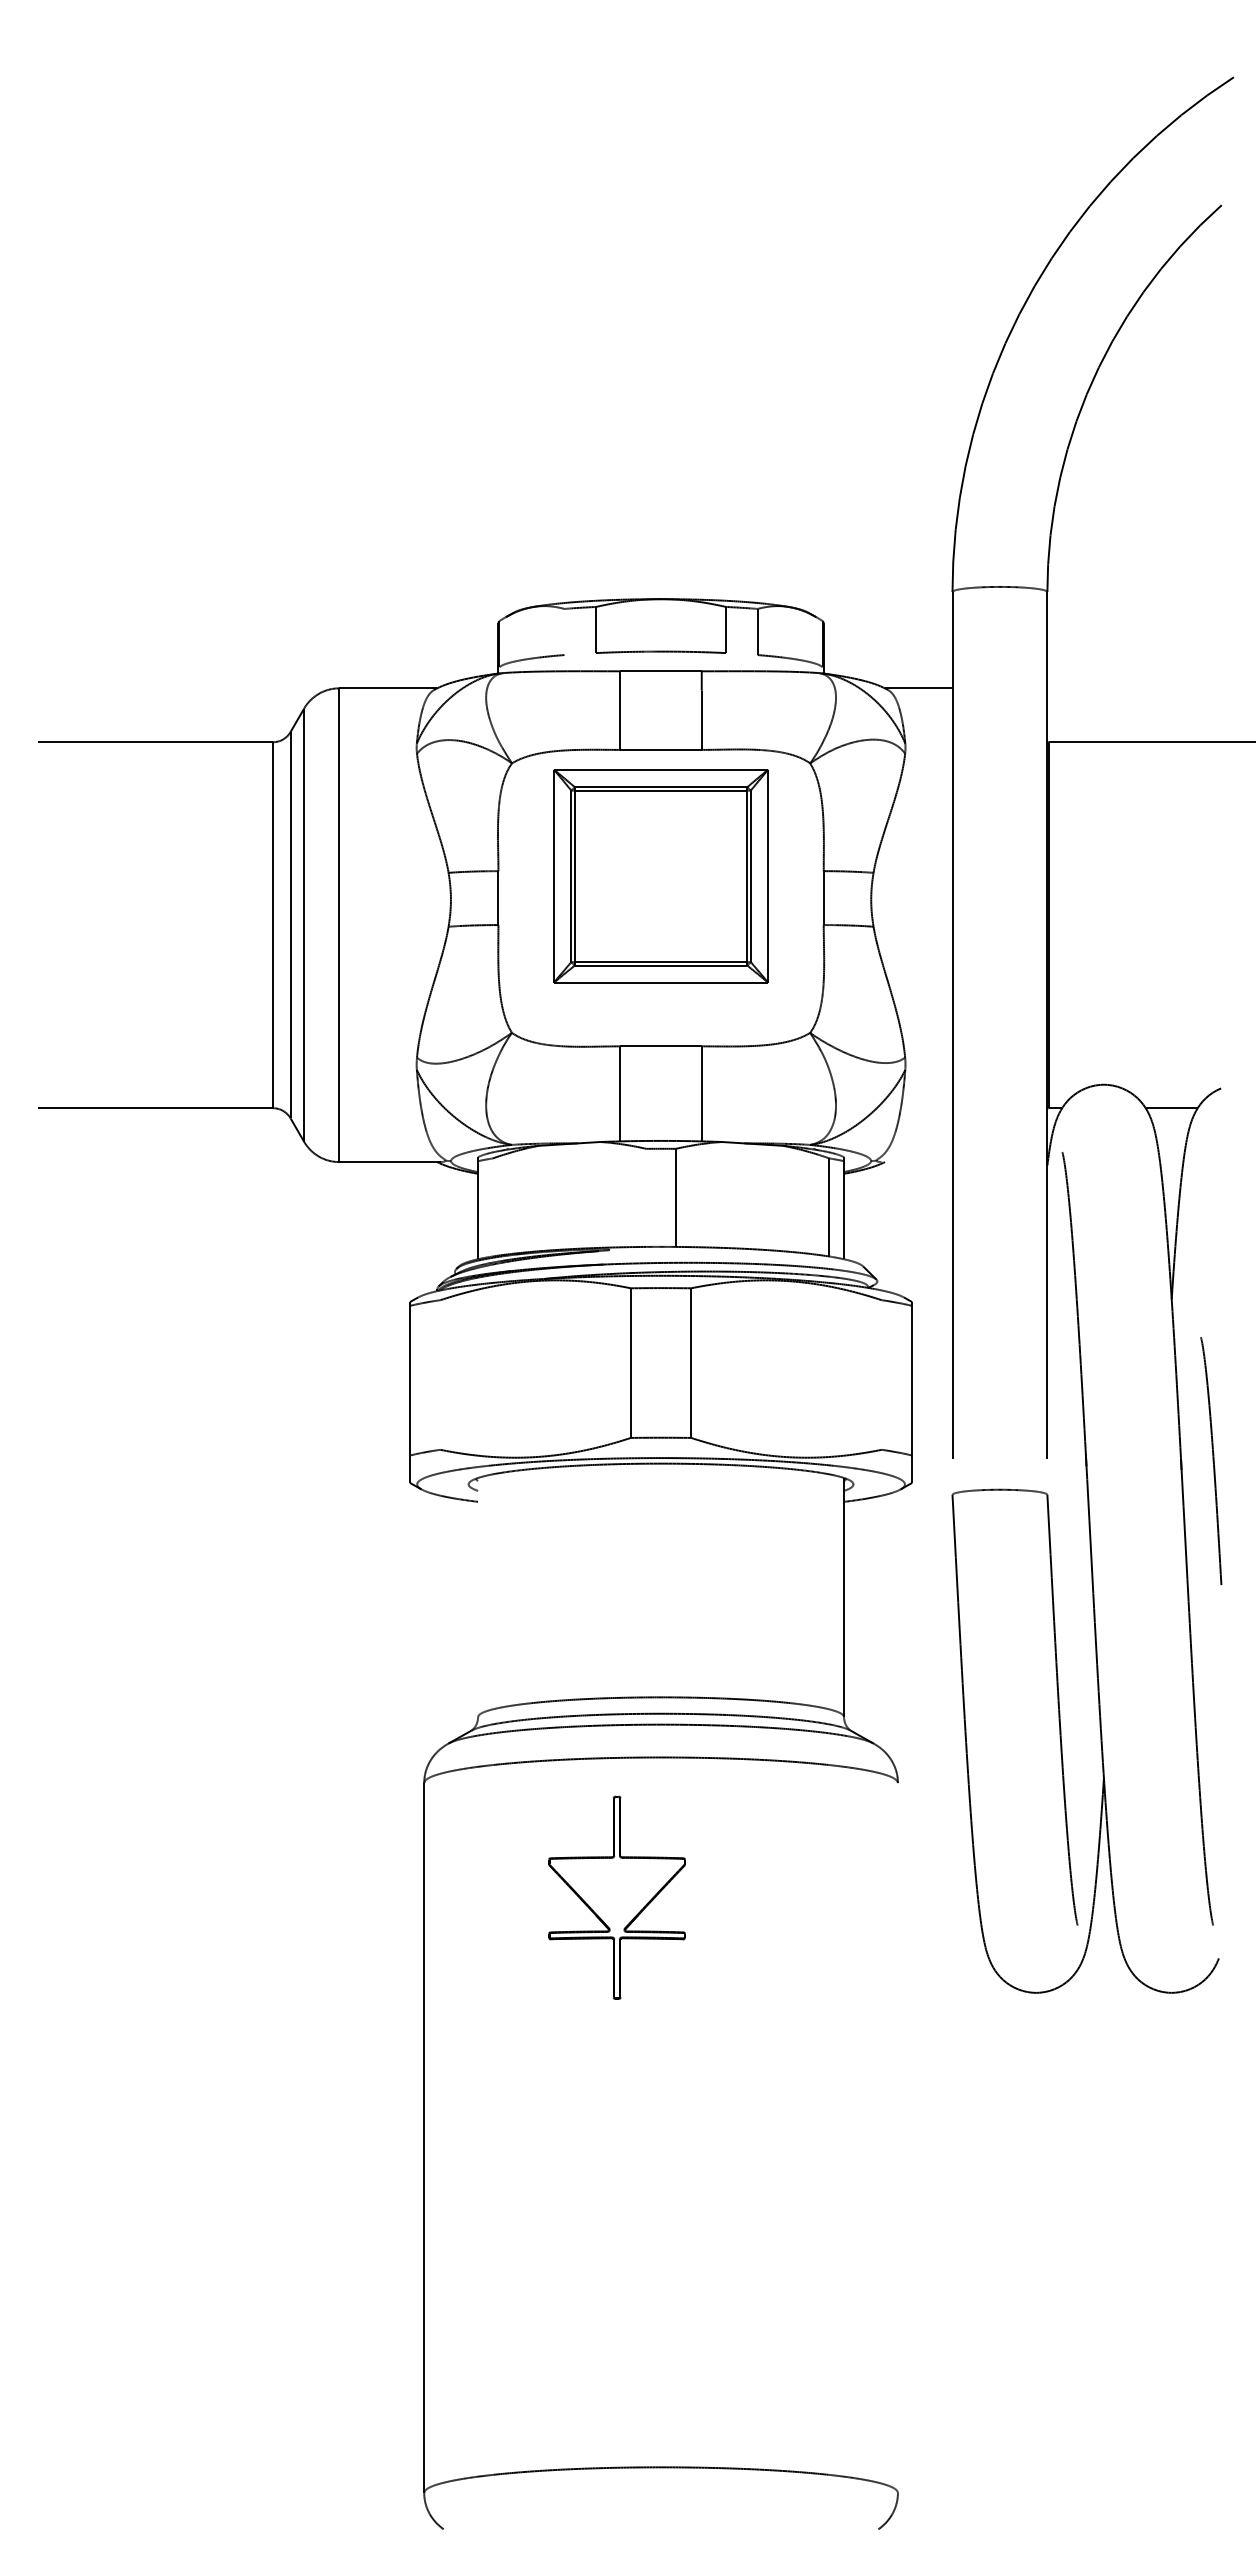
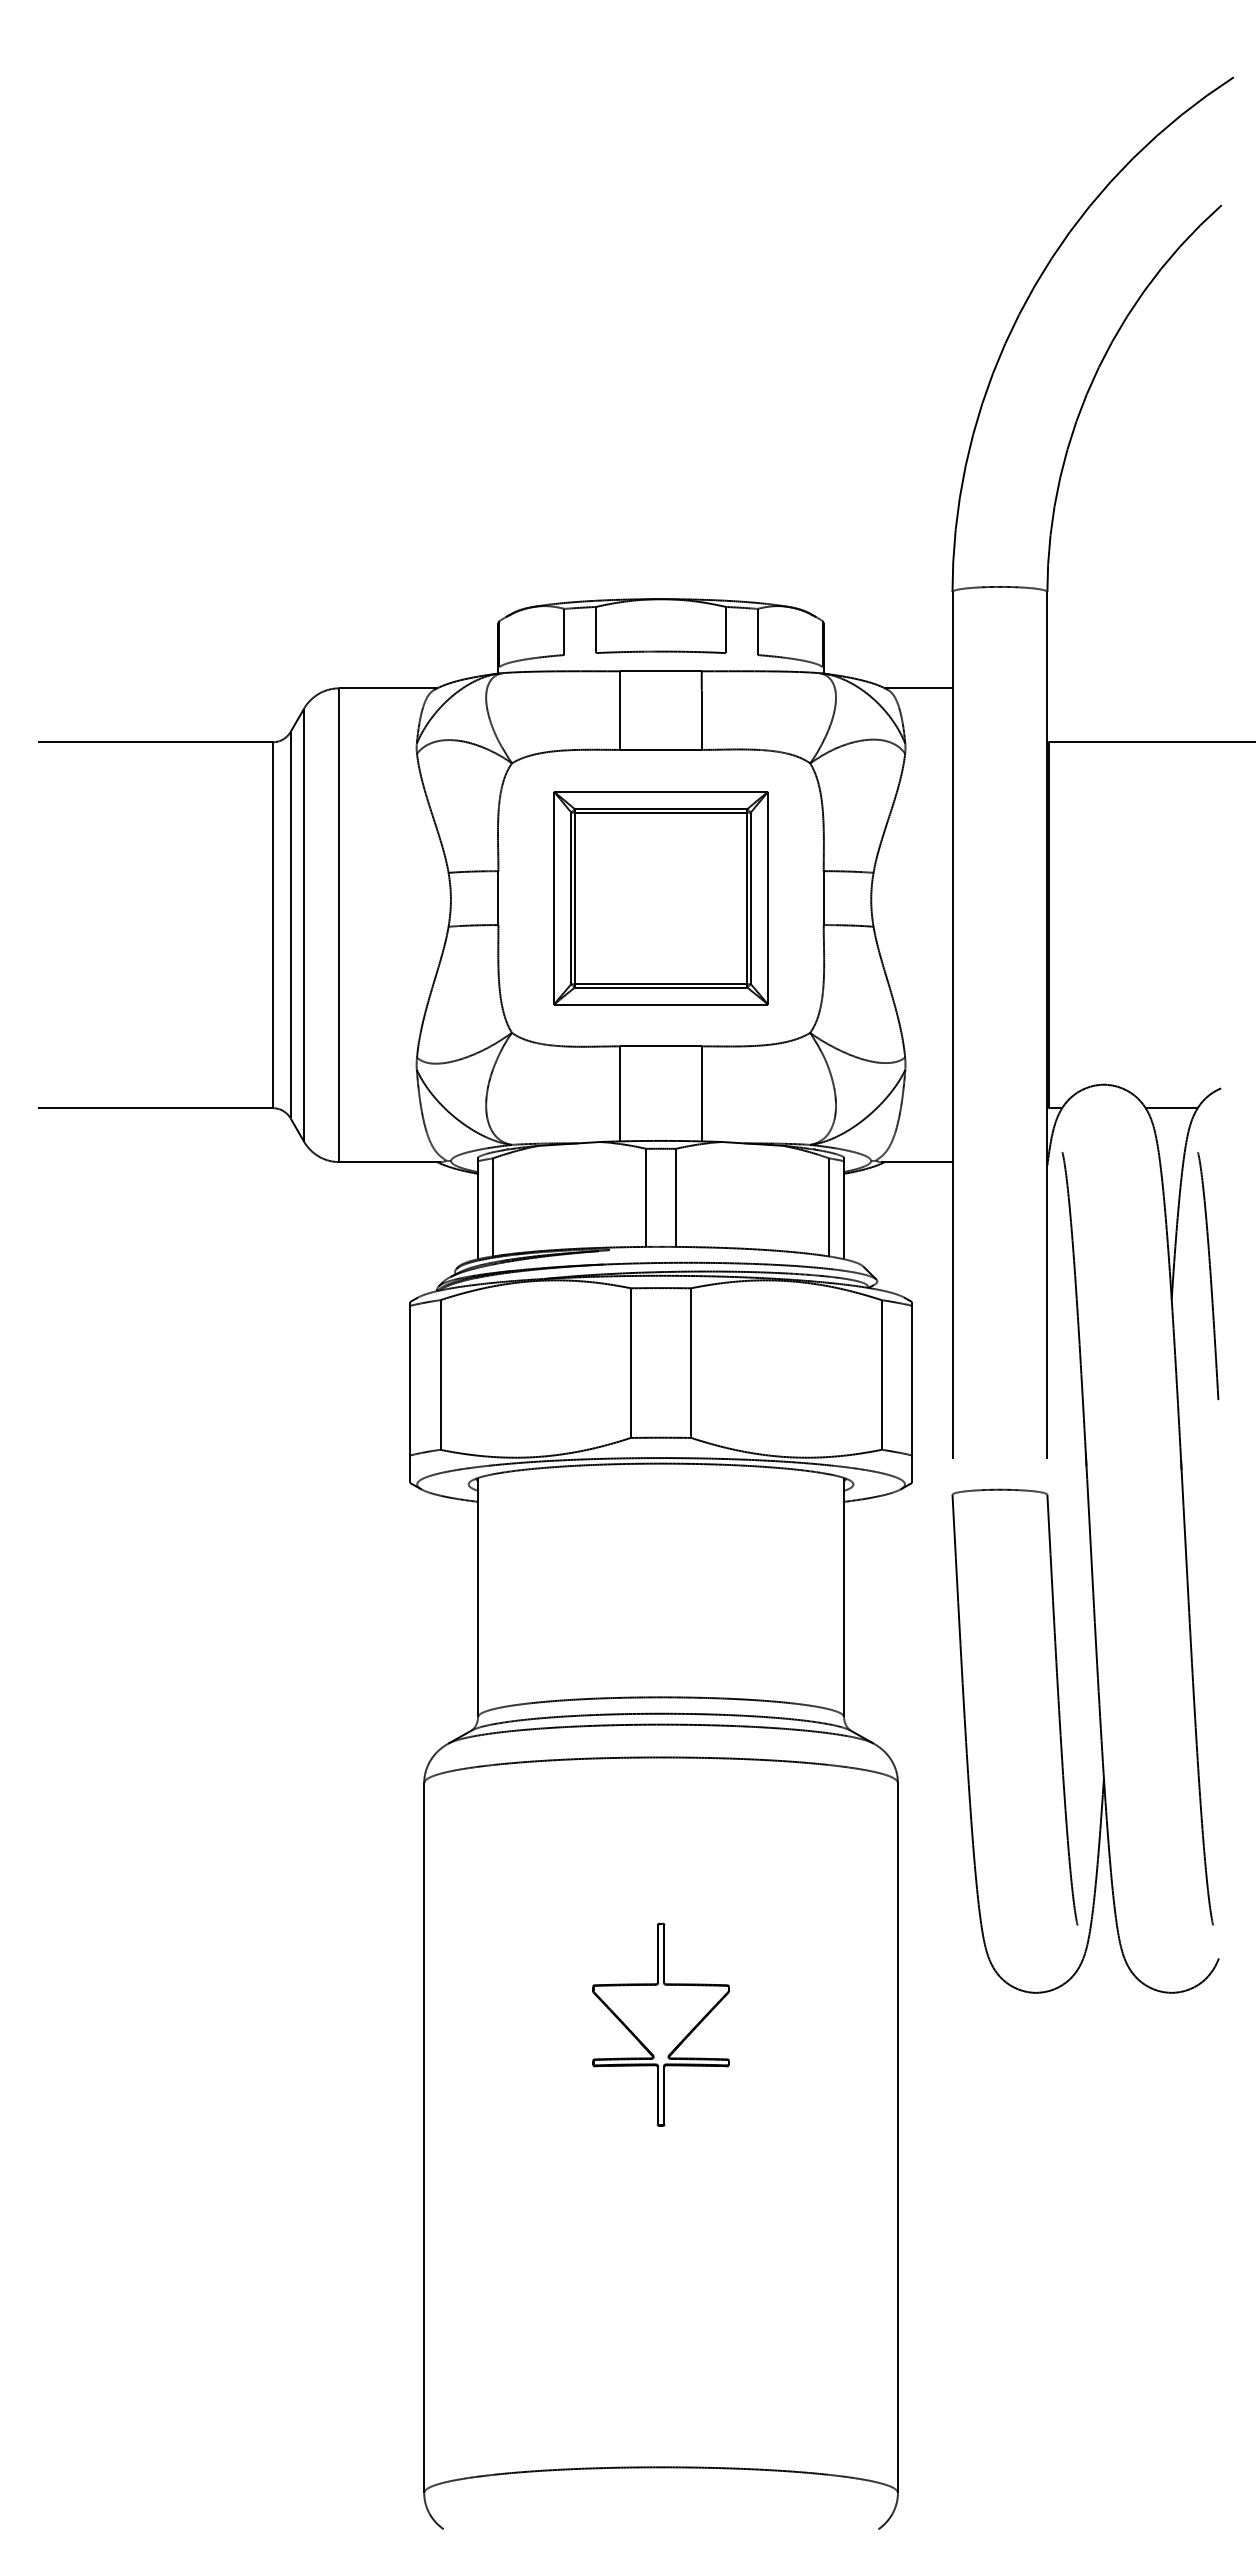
line at (564, 631): none -> present
part at (660, 876) position: (660, 876) -> (660, 898)
line at (916, 1162): none -> present
line at (646, 1197): none -> present
line at (492, 1207): none -> present
line at (440, 1374): none -> present
line at (881, 1374): none -> present
curve at (1212, 1461) position: (1212, 1461) -> (1209, 1276)
line at (478, 1597): none -> present
part at (616, 1897) position: (616, 1897) -> (660, 2024)
line at (897, 2137): none -> present
